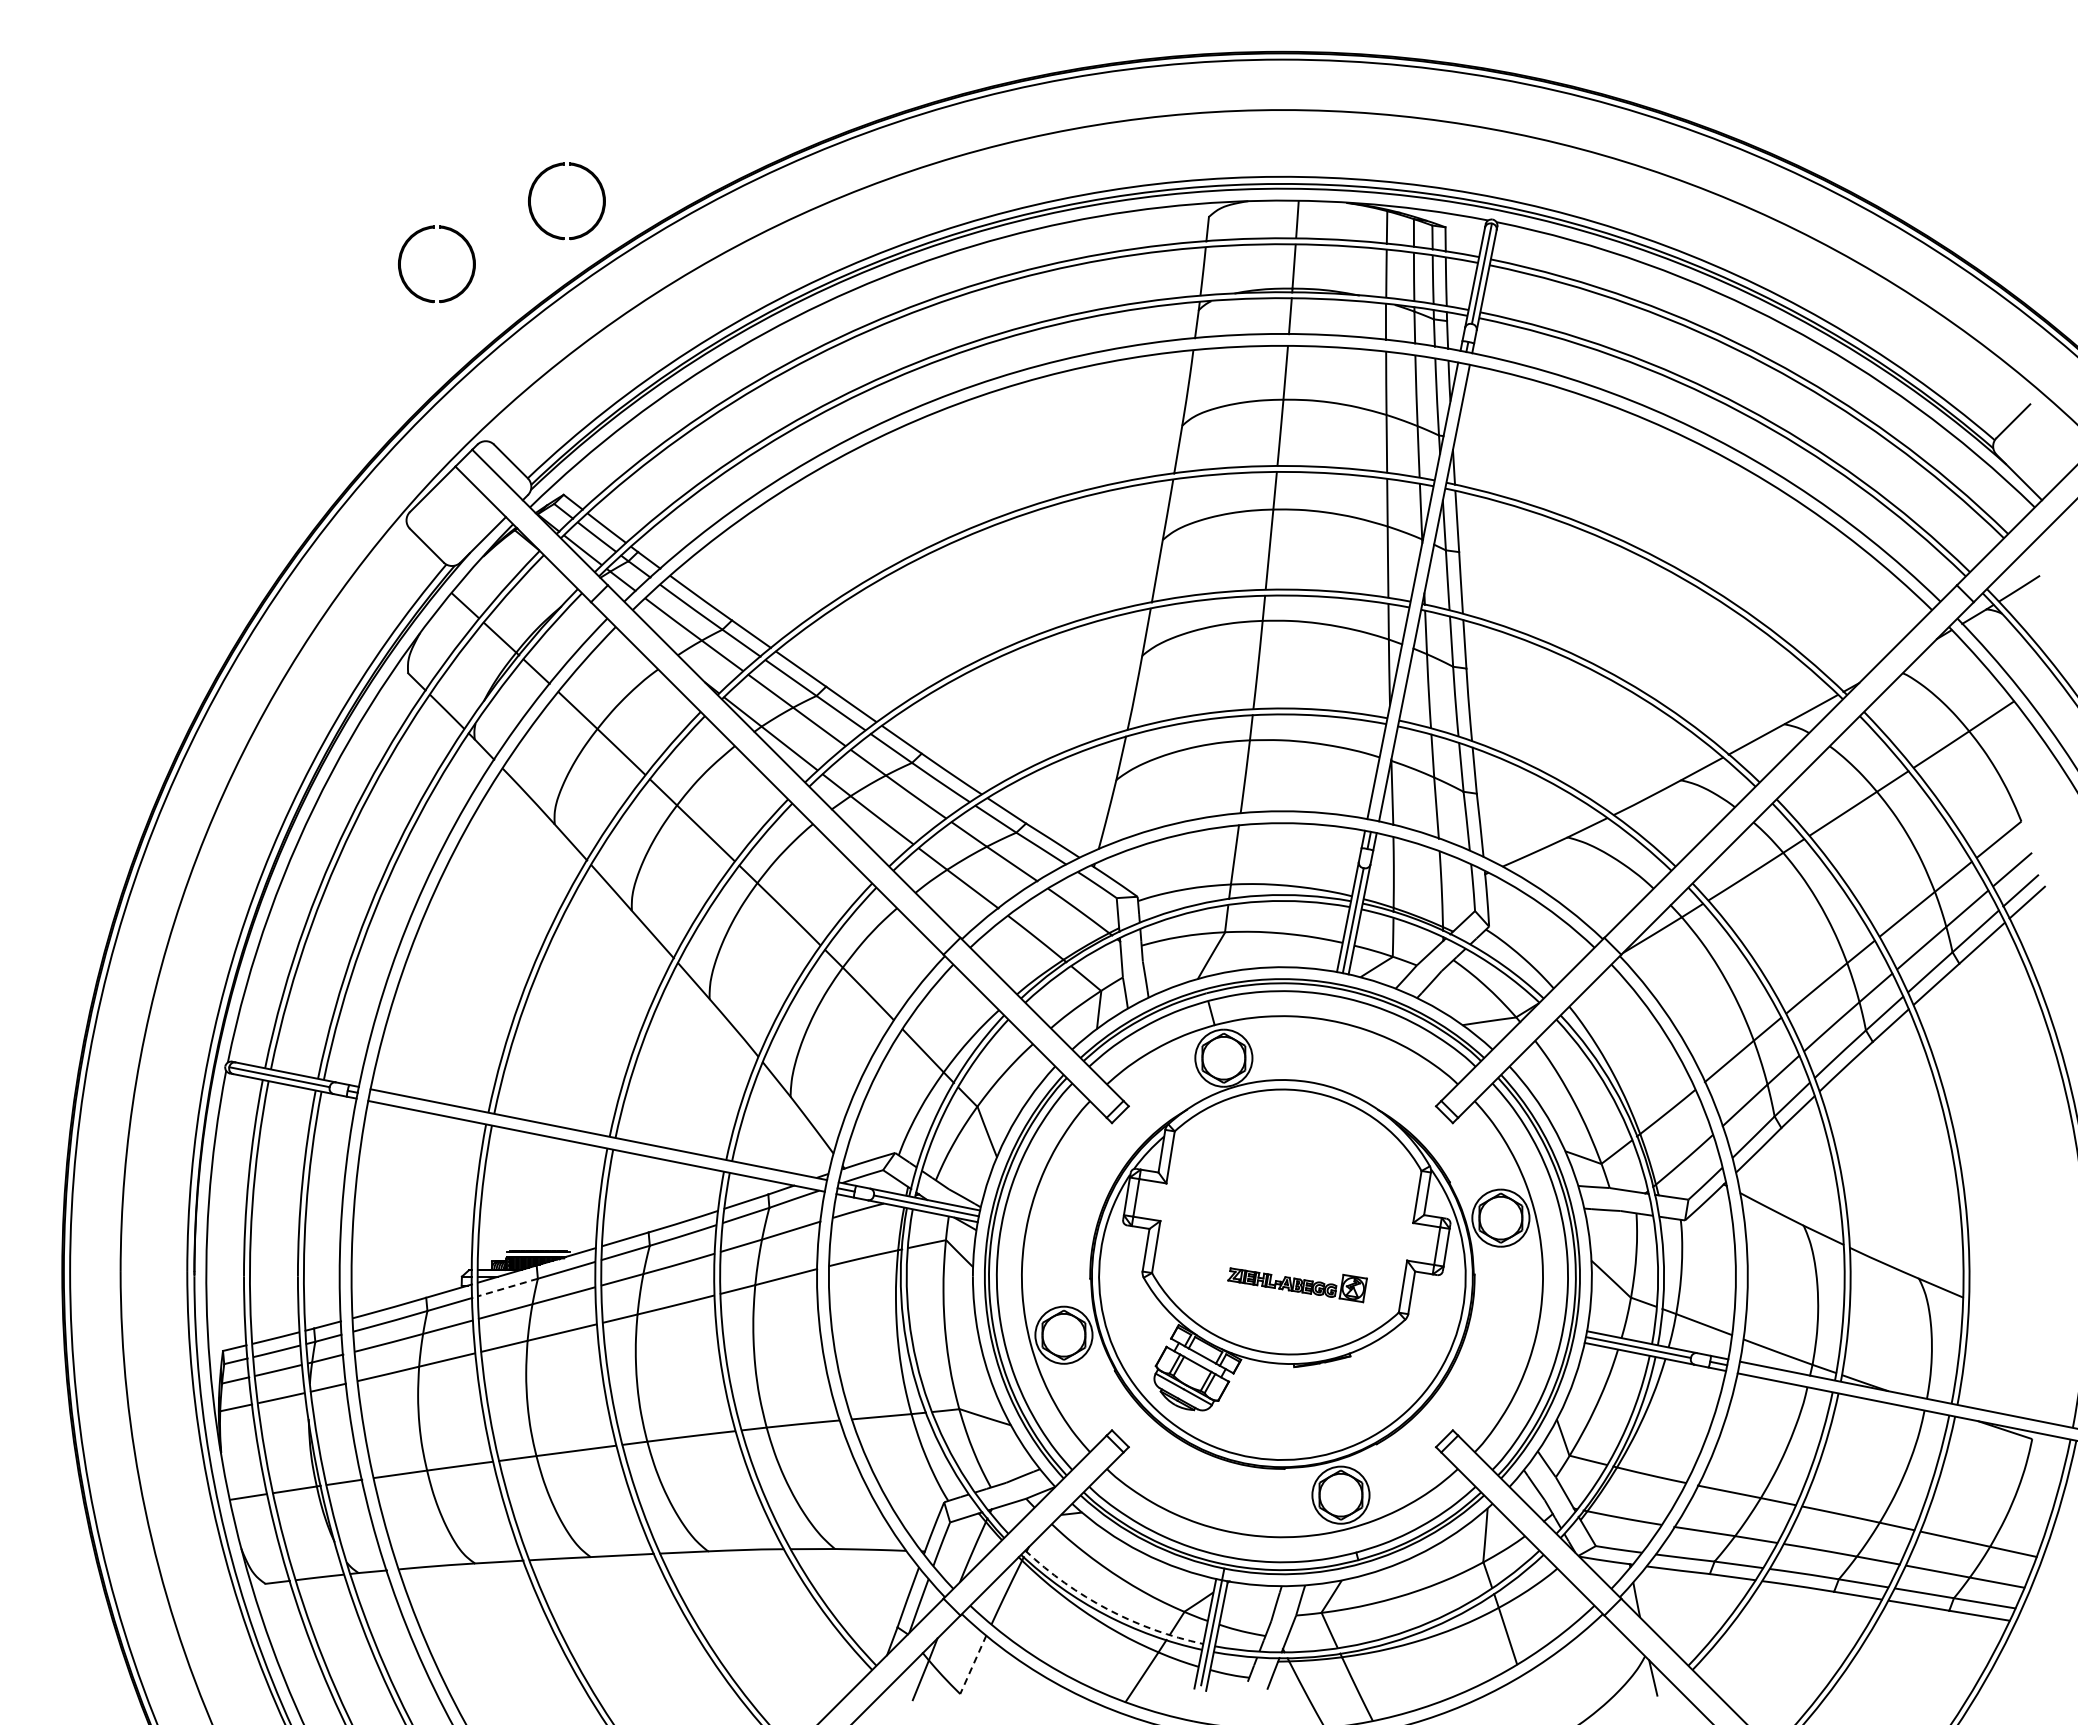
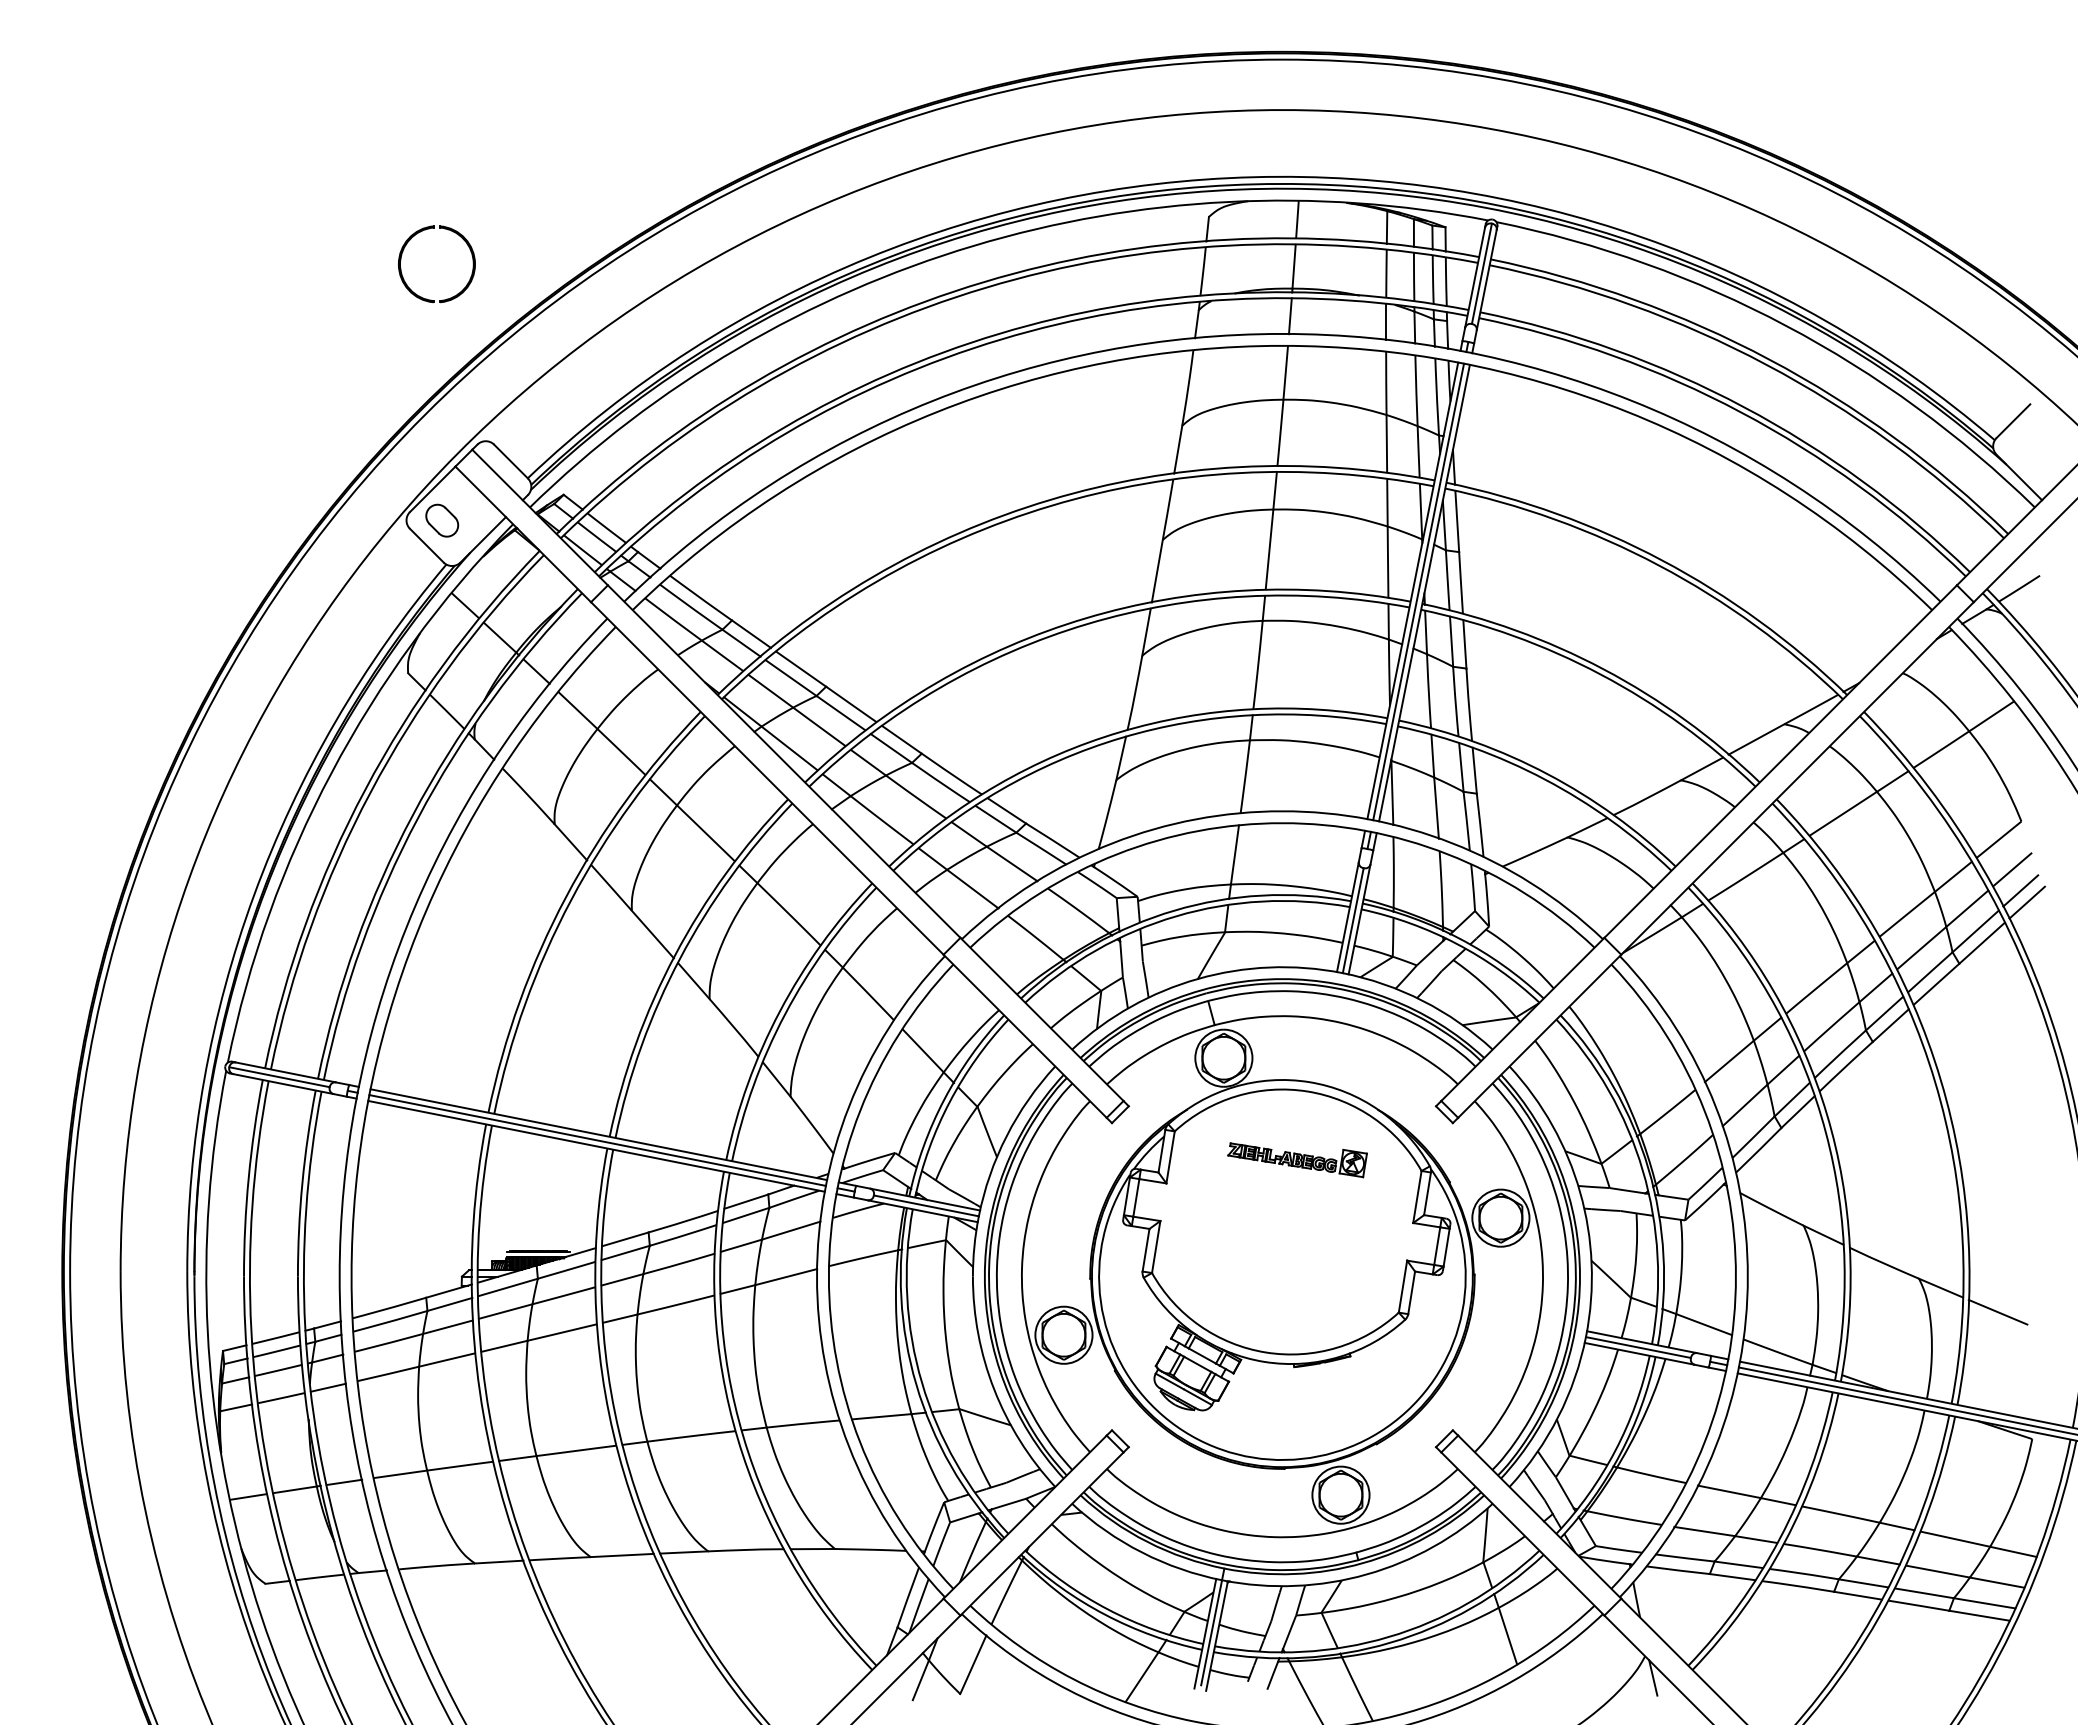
part at (533, 213): present -> none
part at (442, 520): none -> present
line at (1418, 591): none -> present
line at (597, 1140): none -> present
part at (1297, 1285) position: (1297, 1285) -> (1297, 1160)
line at (507, 1287): dashed -> solid
line at (1997, 1311): none -> present
line at (1906, 1400): none -> present
arc at (1107, 1609): dashed -> solid
line at (973, 1665): dashed -> solid
